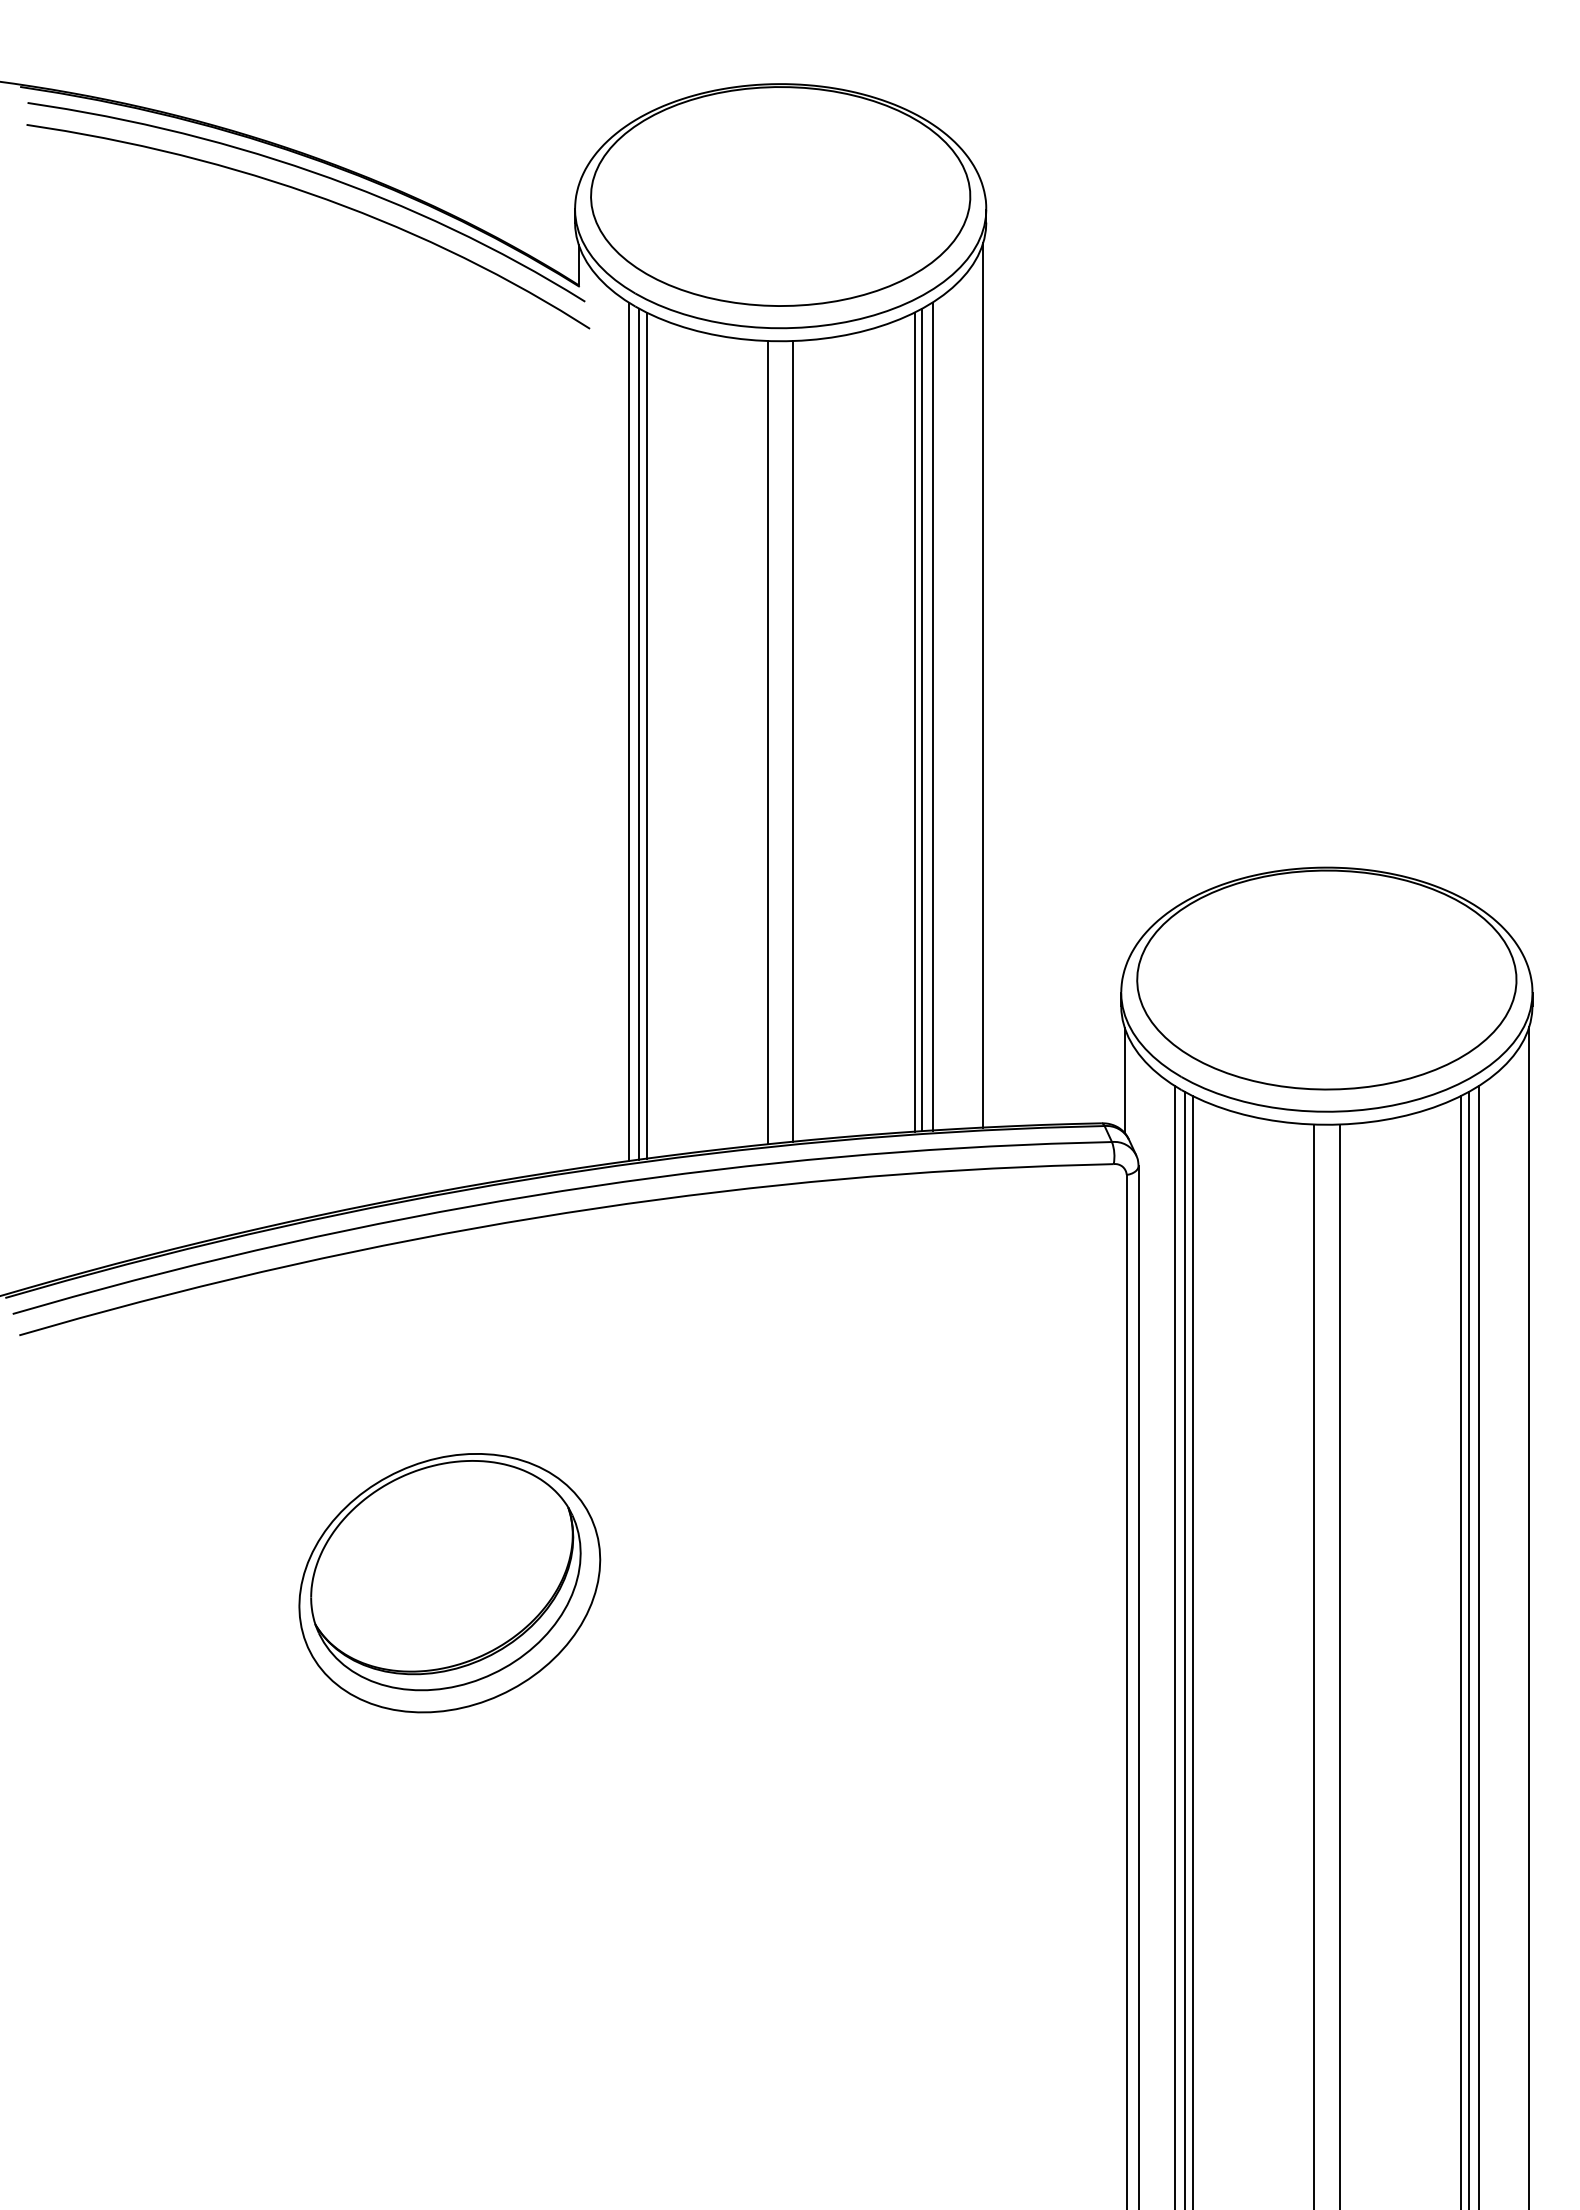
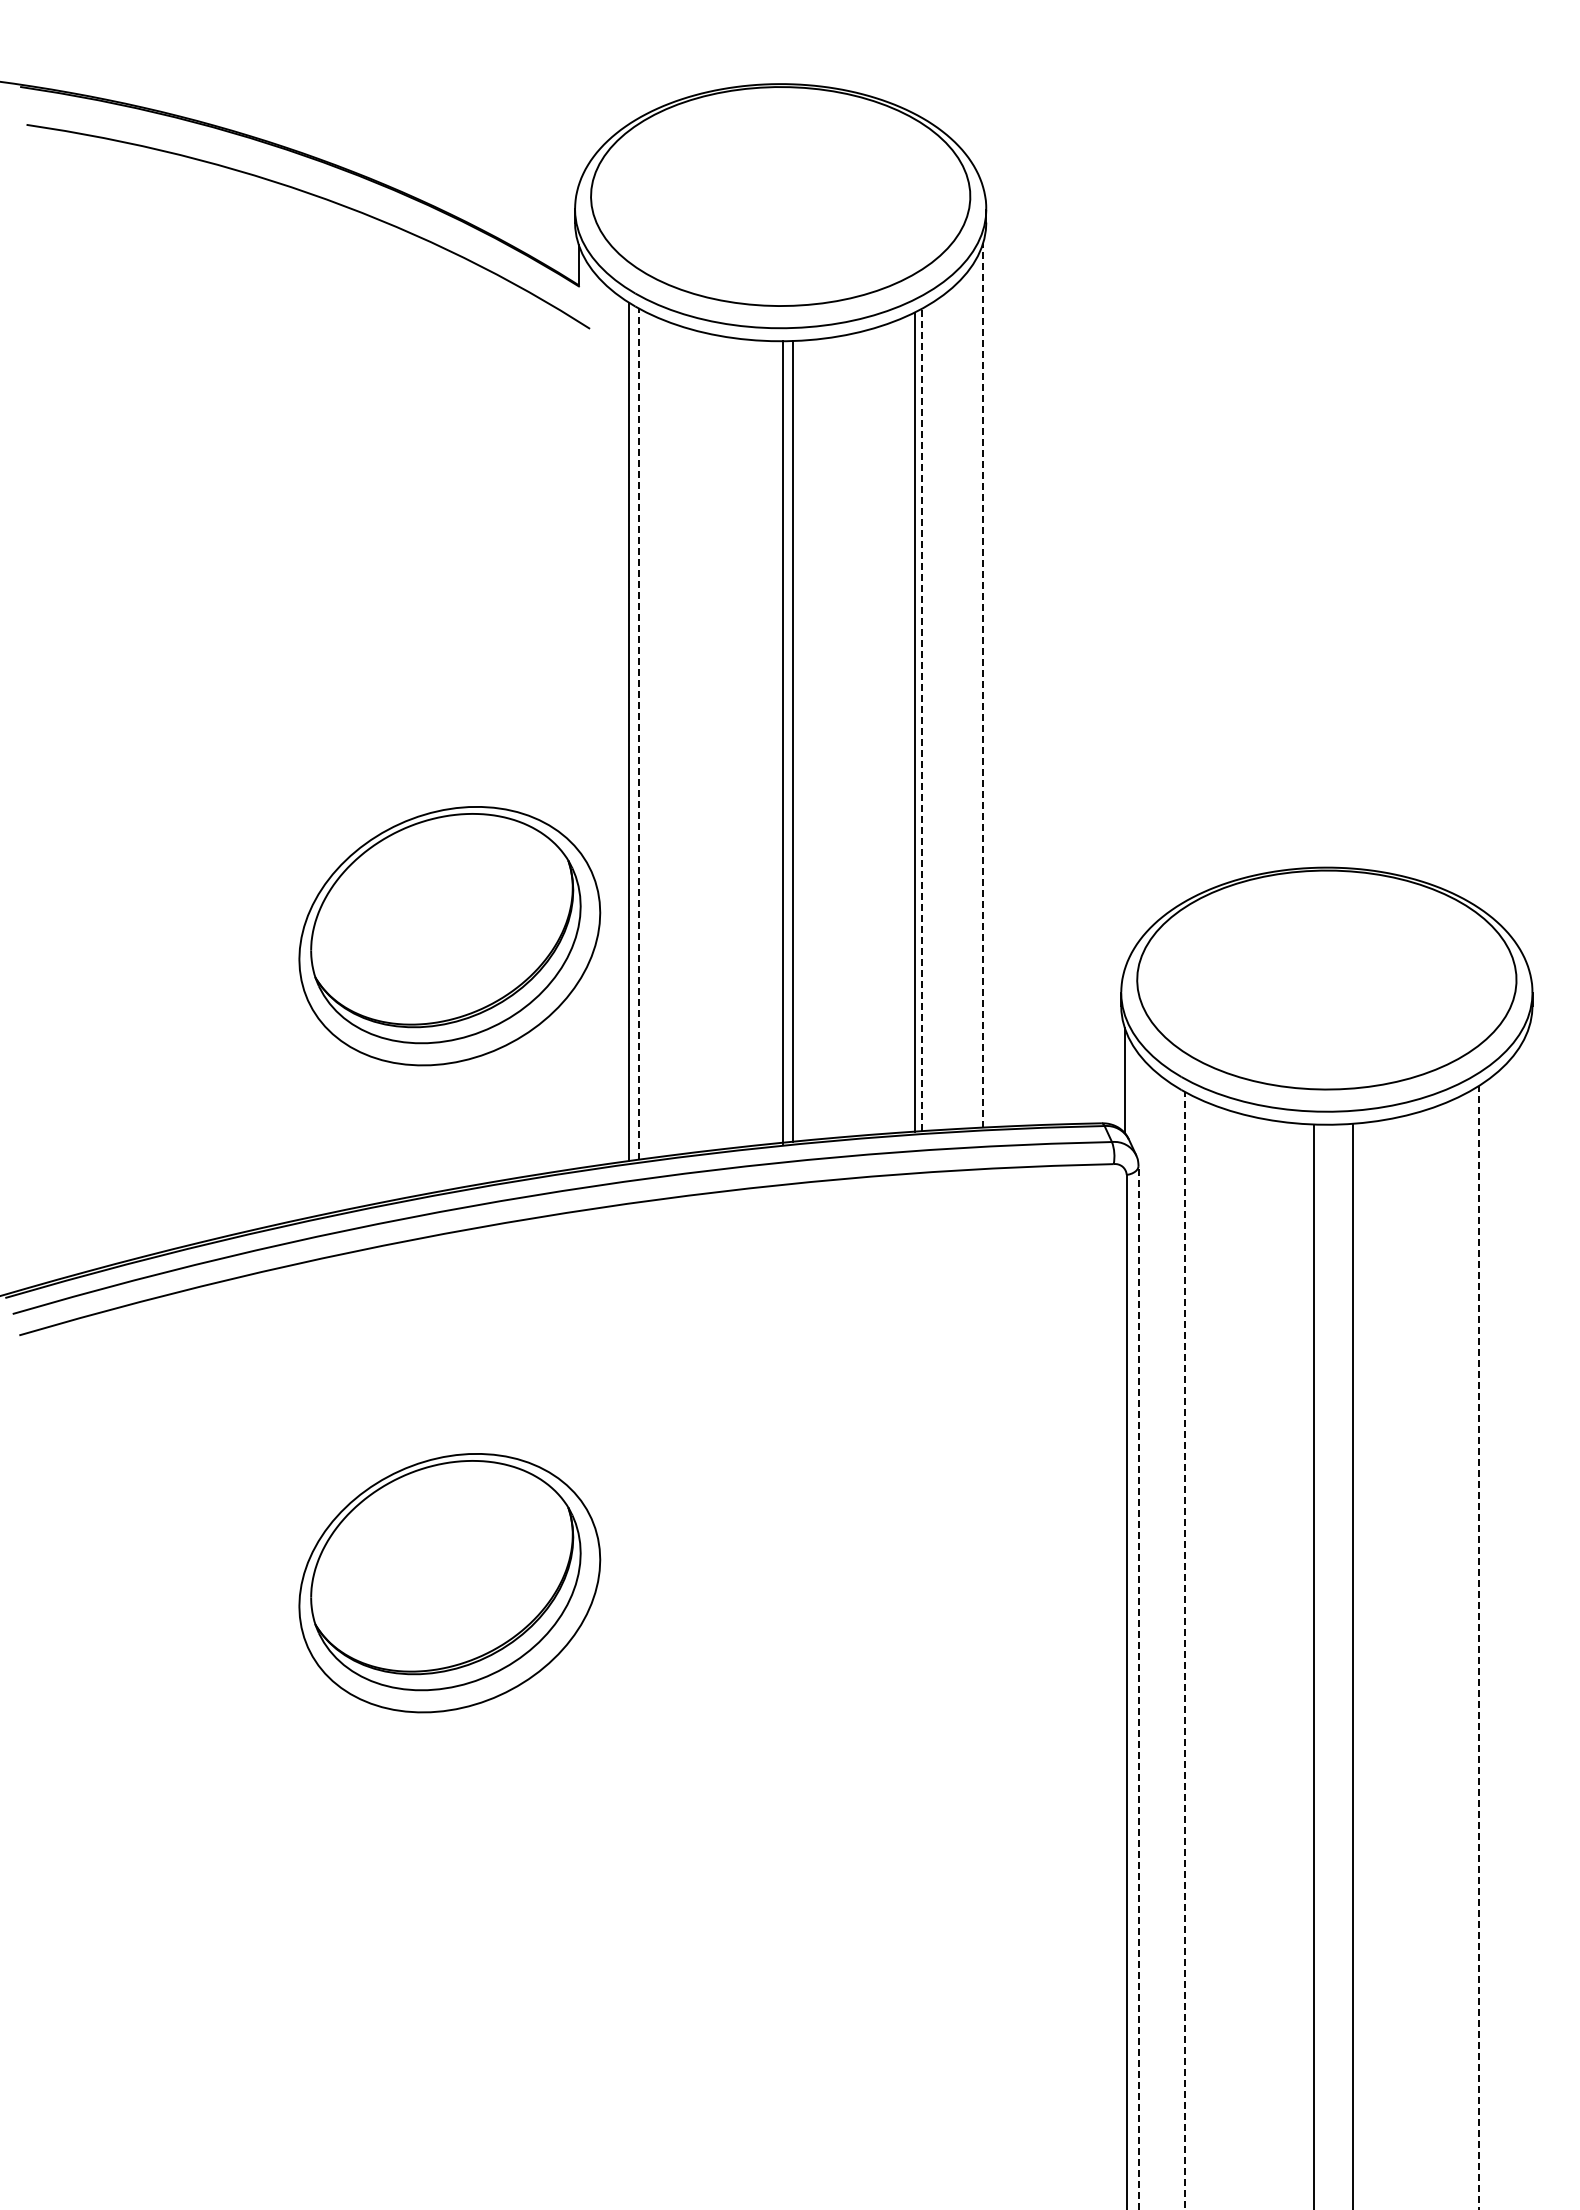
curve at (316, 174): present -> none
line at (983, 685): solid -> dashed
line at (932, 716): present -> none
line at (922, 719): solid -> dashed
line at (638, 734): solid -> dashed
line at (646, 735): present -> none
line at (767, 742) position: (767, 742) -> (782, 742)
part at (449, 936): none -> present
line at (1529, 1616): present -> none
line at (1175, 1646): present -> none
line at (1478, 1648): solid -> dashed
line at (1468, 1649): present -> none
line at (1185, 1651): solid -> dashed
line at (1193, 1651): present -> none
line at (1460, 1651): present -> none
line at (1339, 1665) position: (1339, 1665) -> (1352, 1665)
line at (1138, 1687): solid -> dashed
